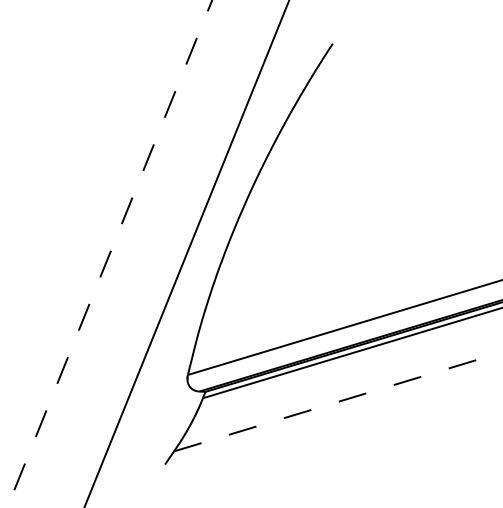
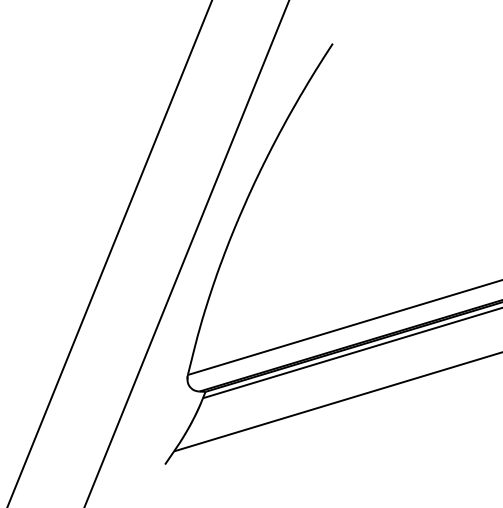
line at (109, 254): dashed -> solid
line at (338, 401): dashed -> solid
